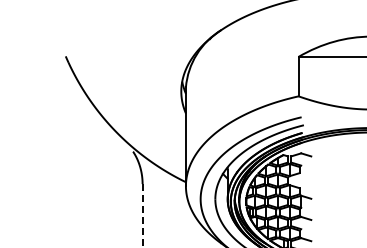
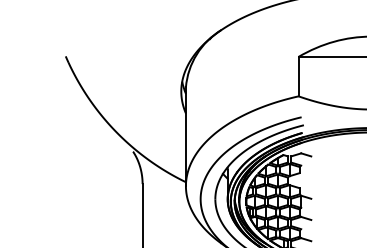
line at (142, 215): dashed -> solid
